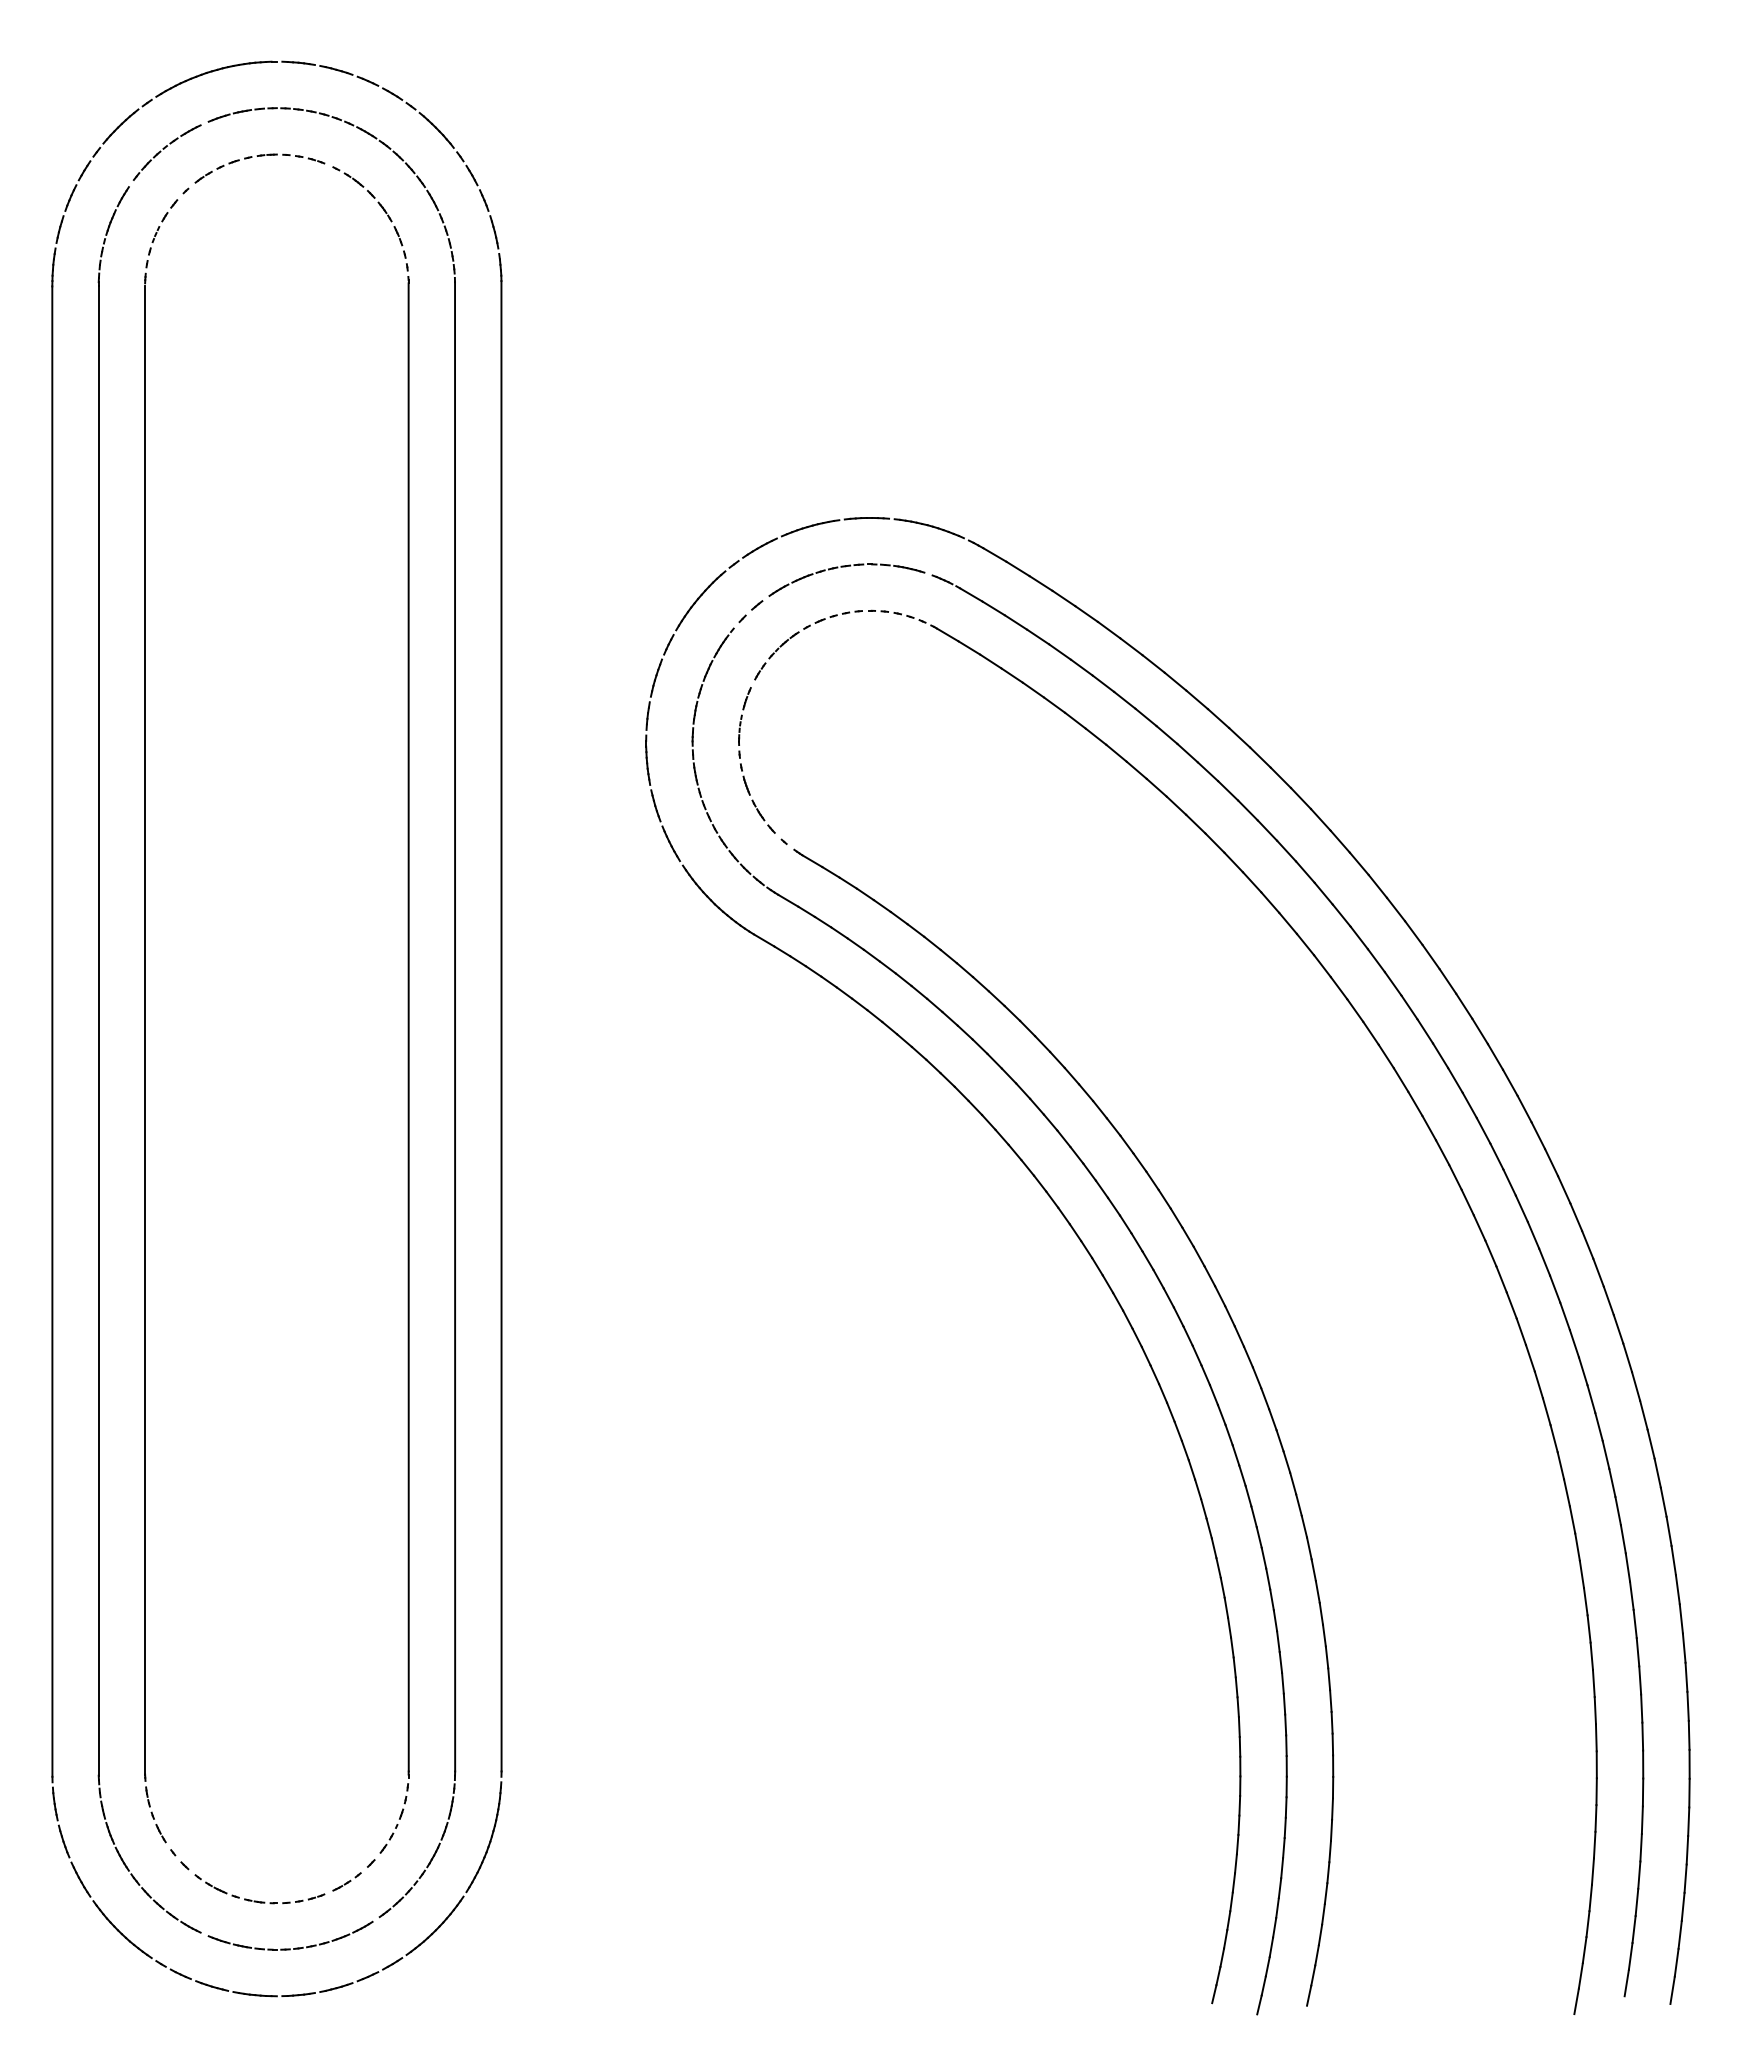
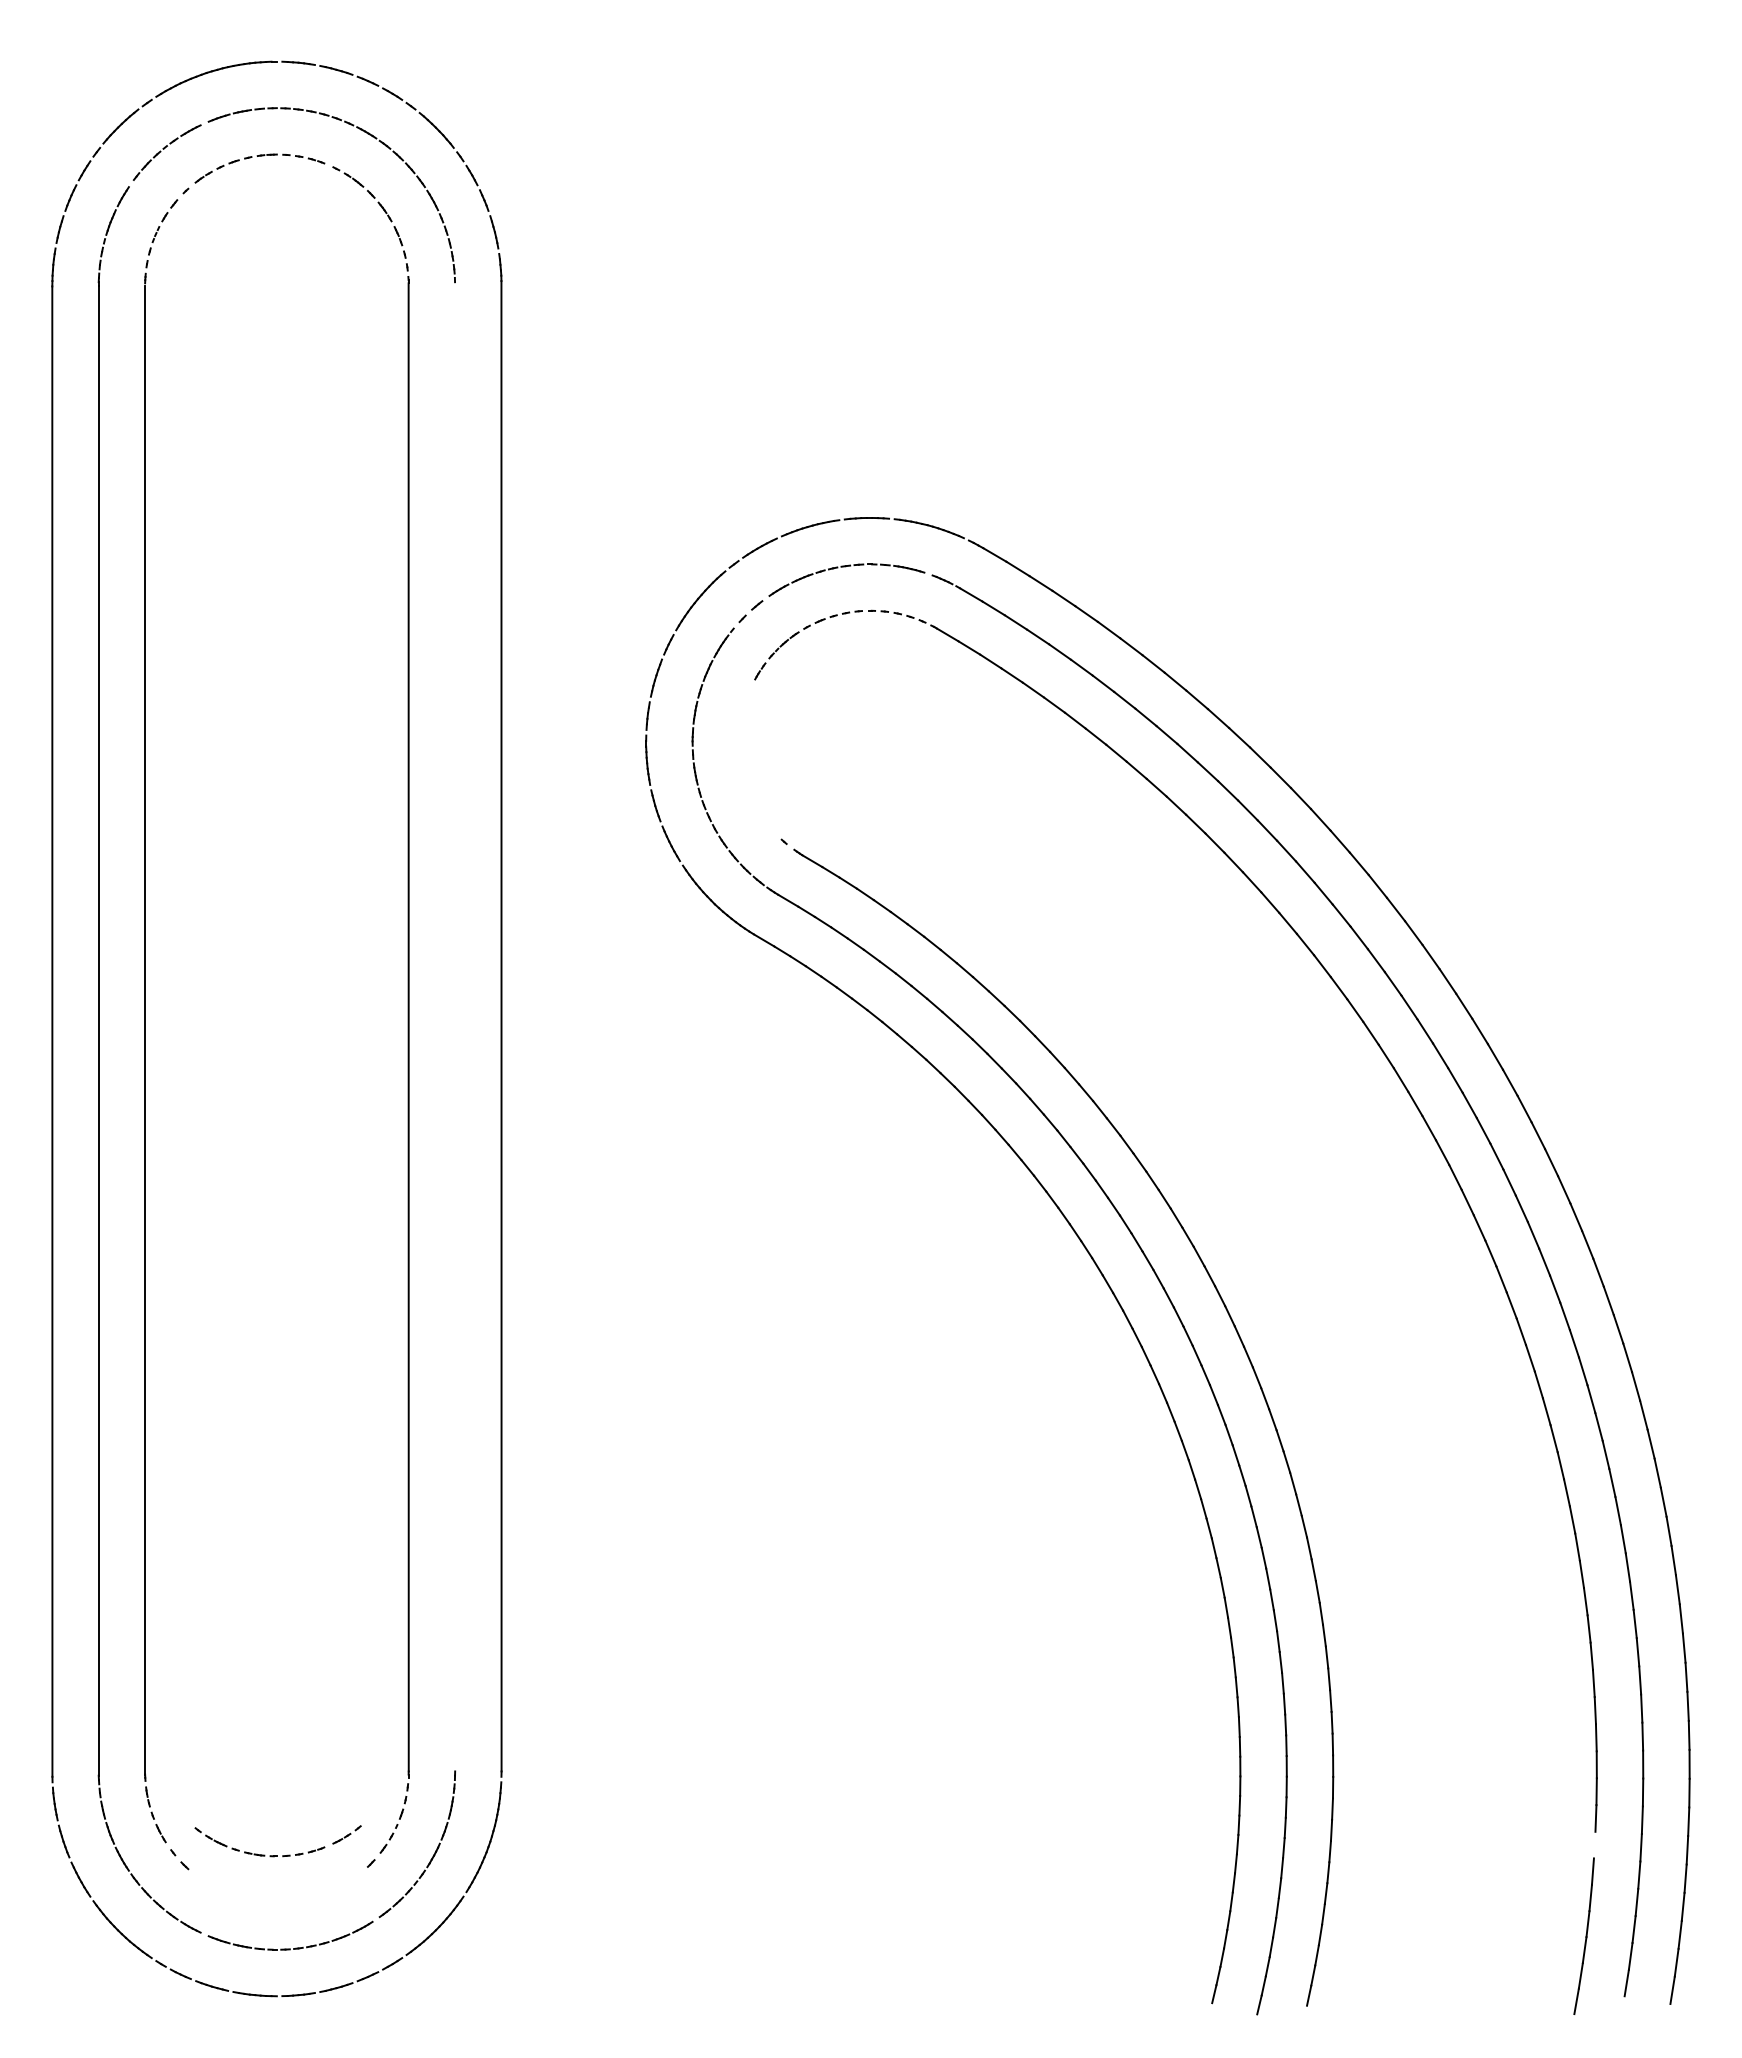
part at (742, 766): present -> none
line at (455, 1026): present -> none
line at (1594, 1844): present -> none
part at (277, 1902) position: (277, 1902) -> (277, 1855)
